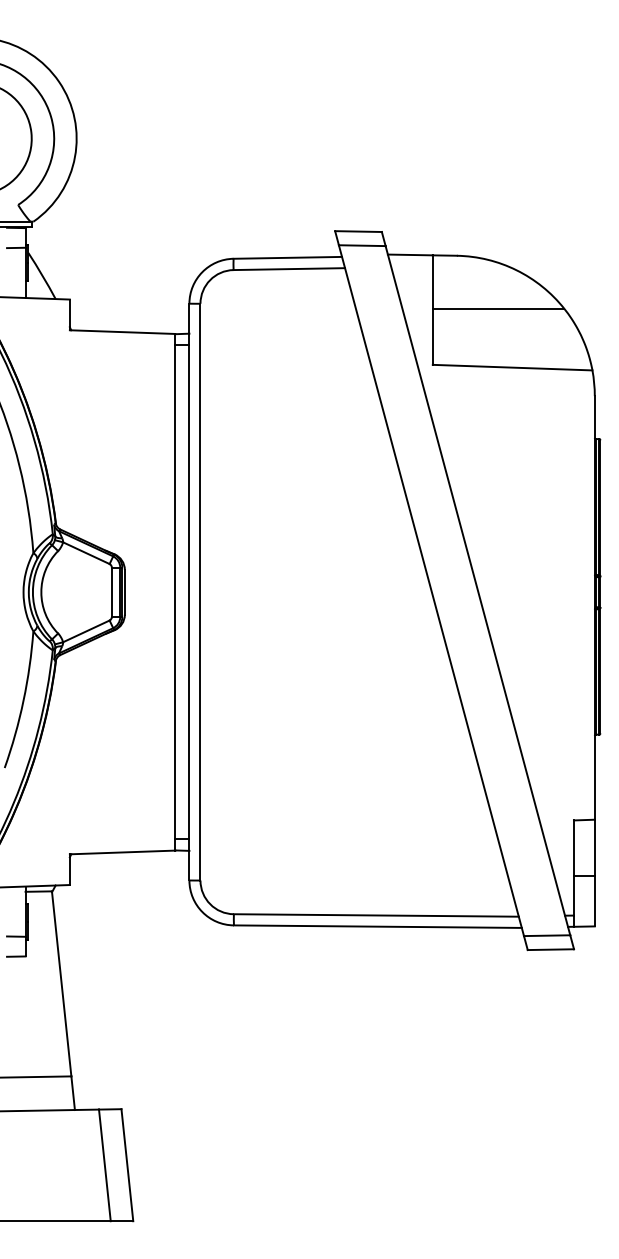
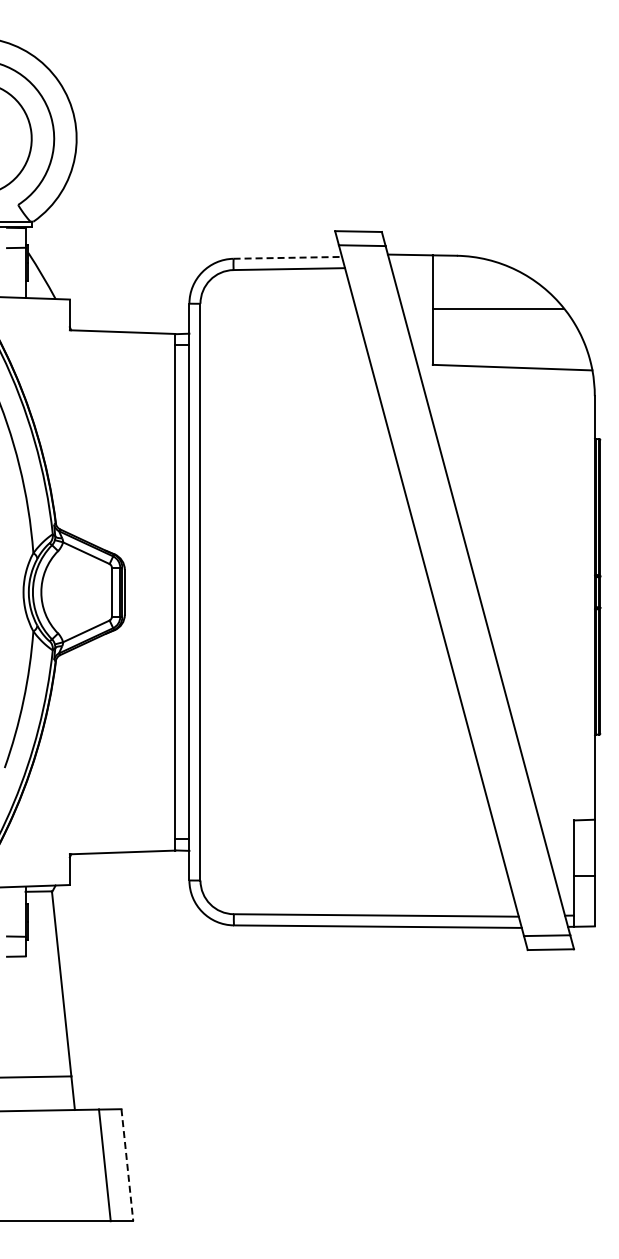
line at (288, 257): solid -> dashed
line at (127, 1165): solid -> dashed
